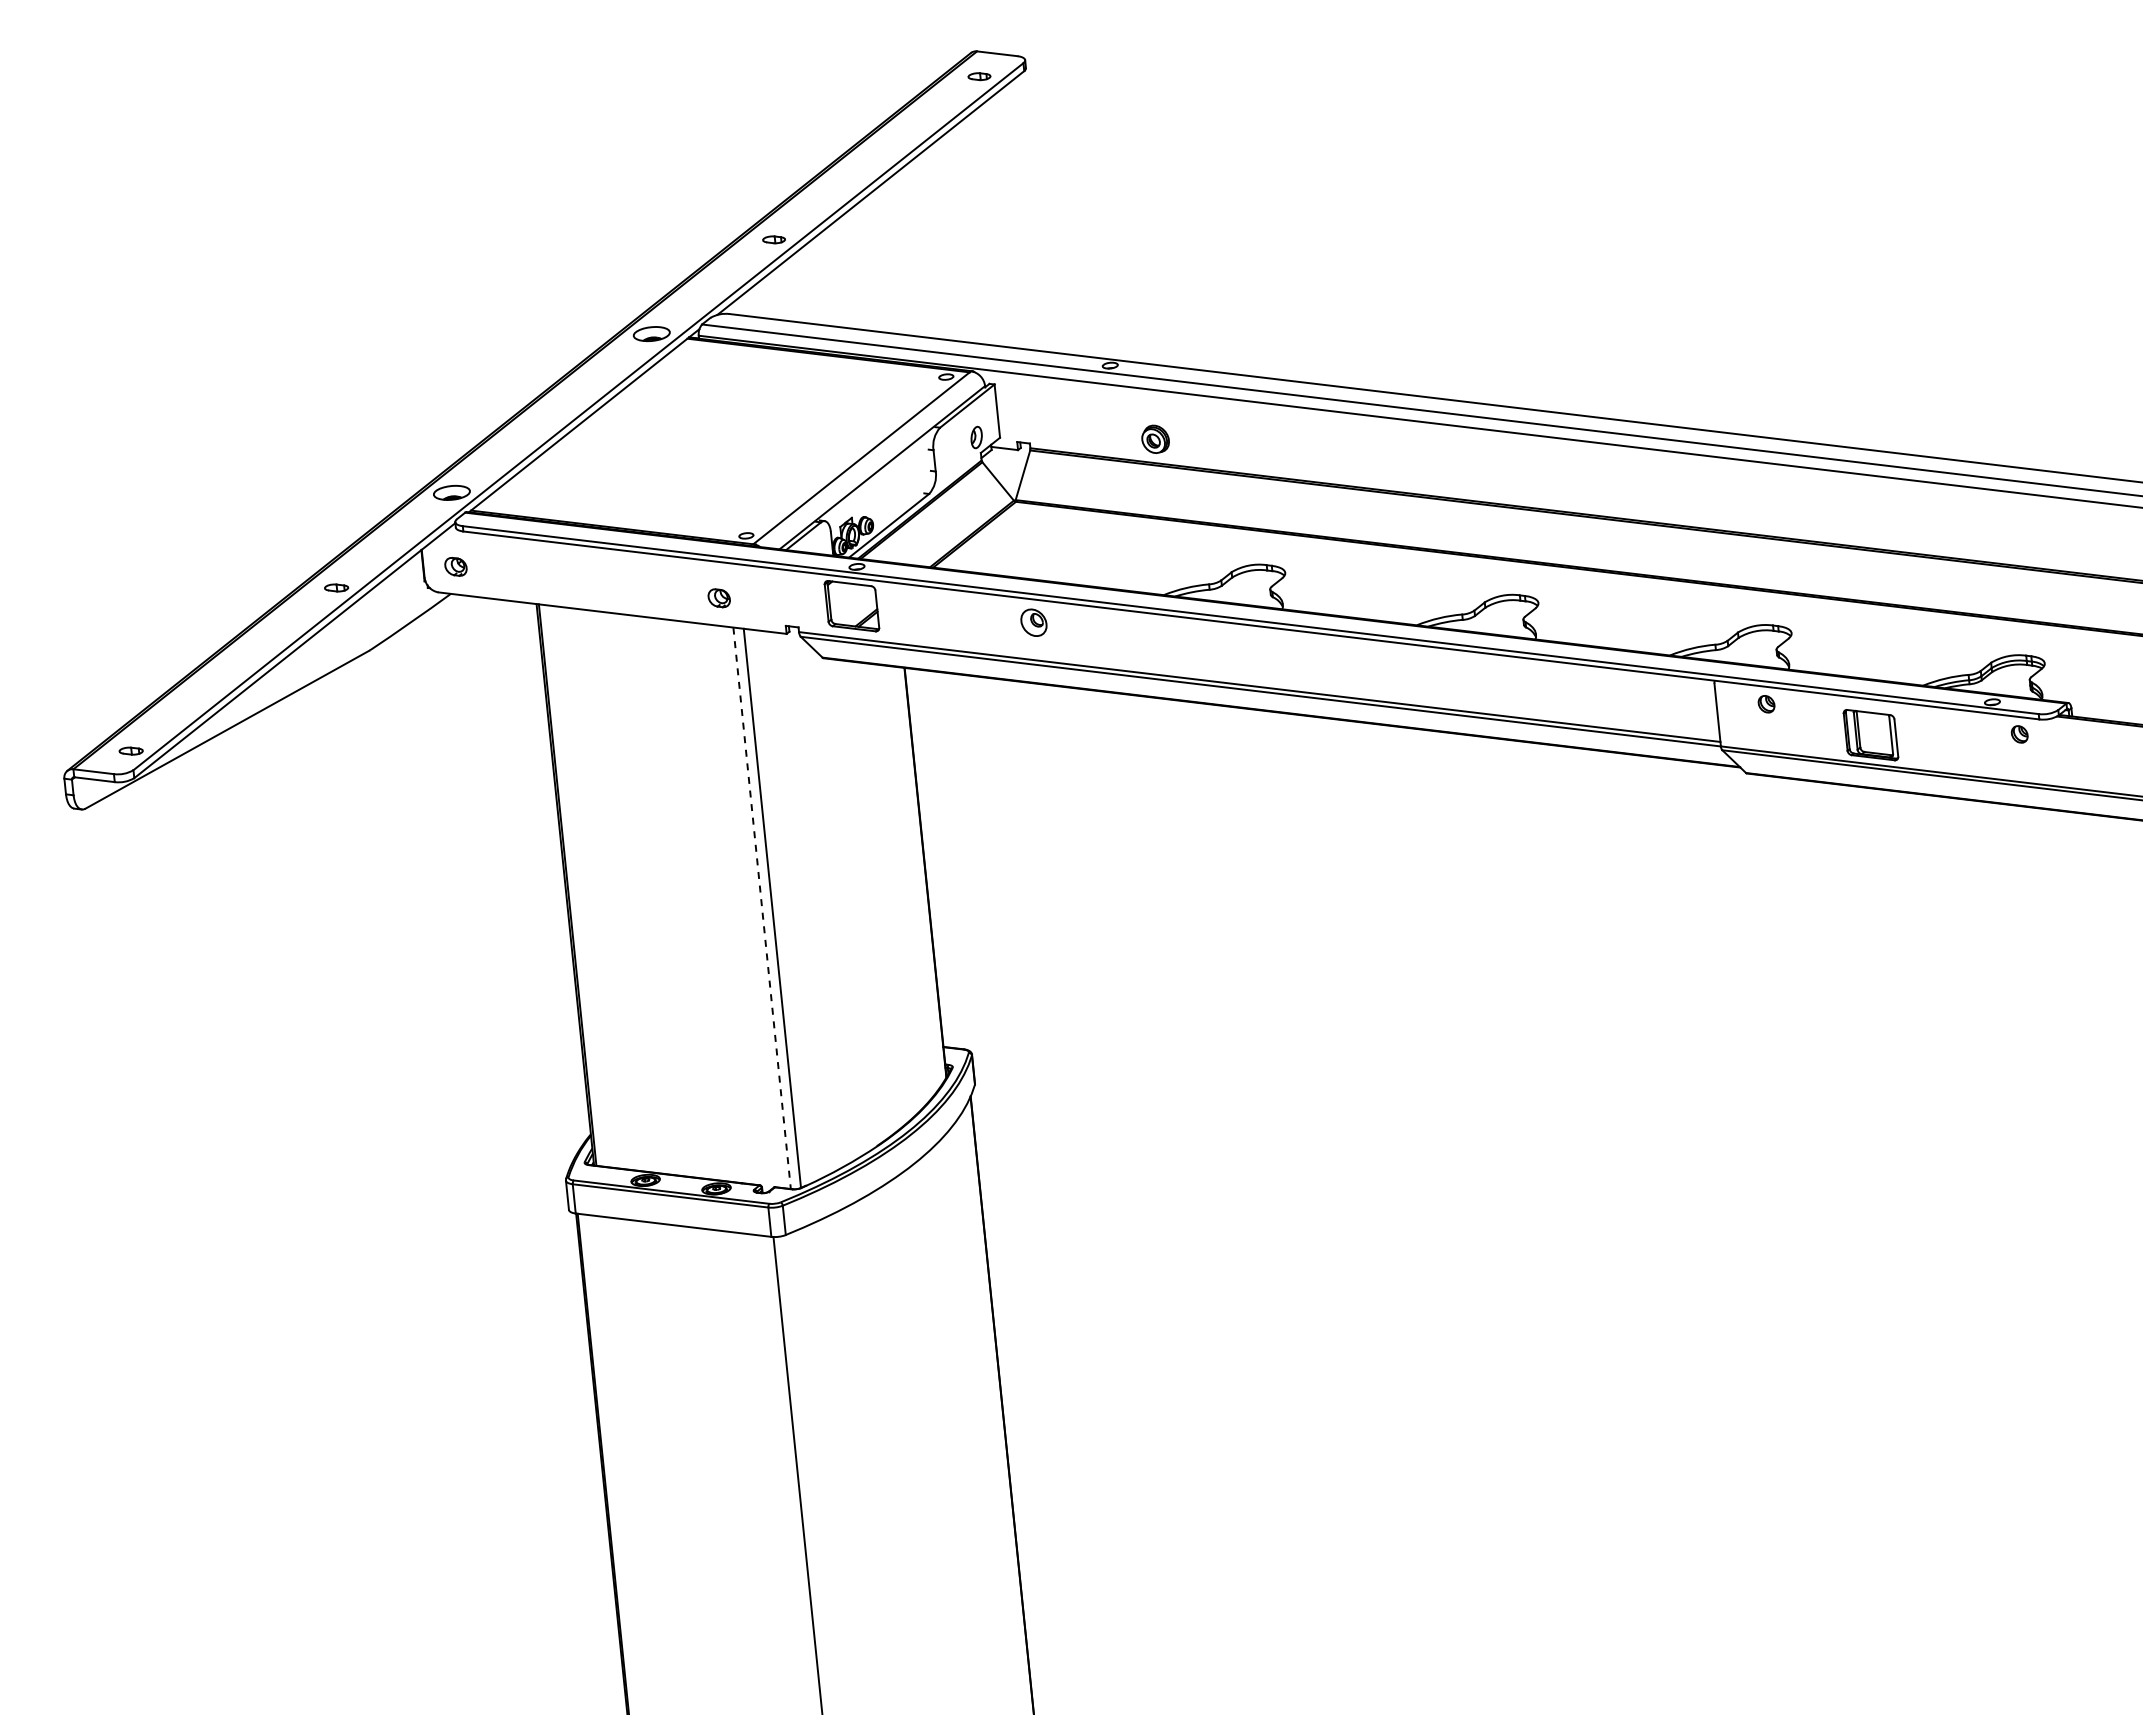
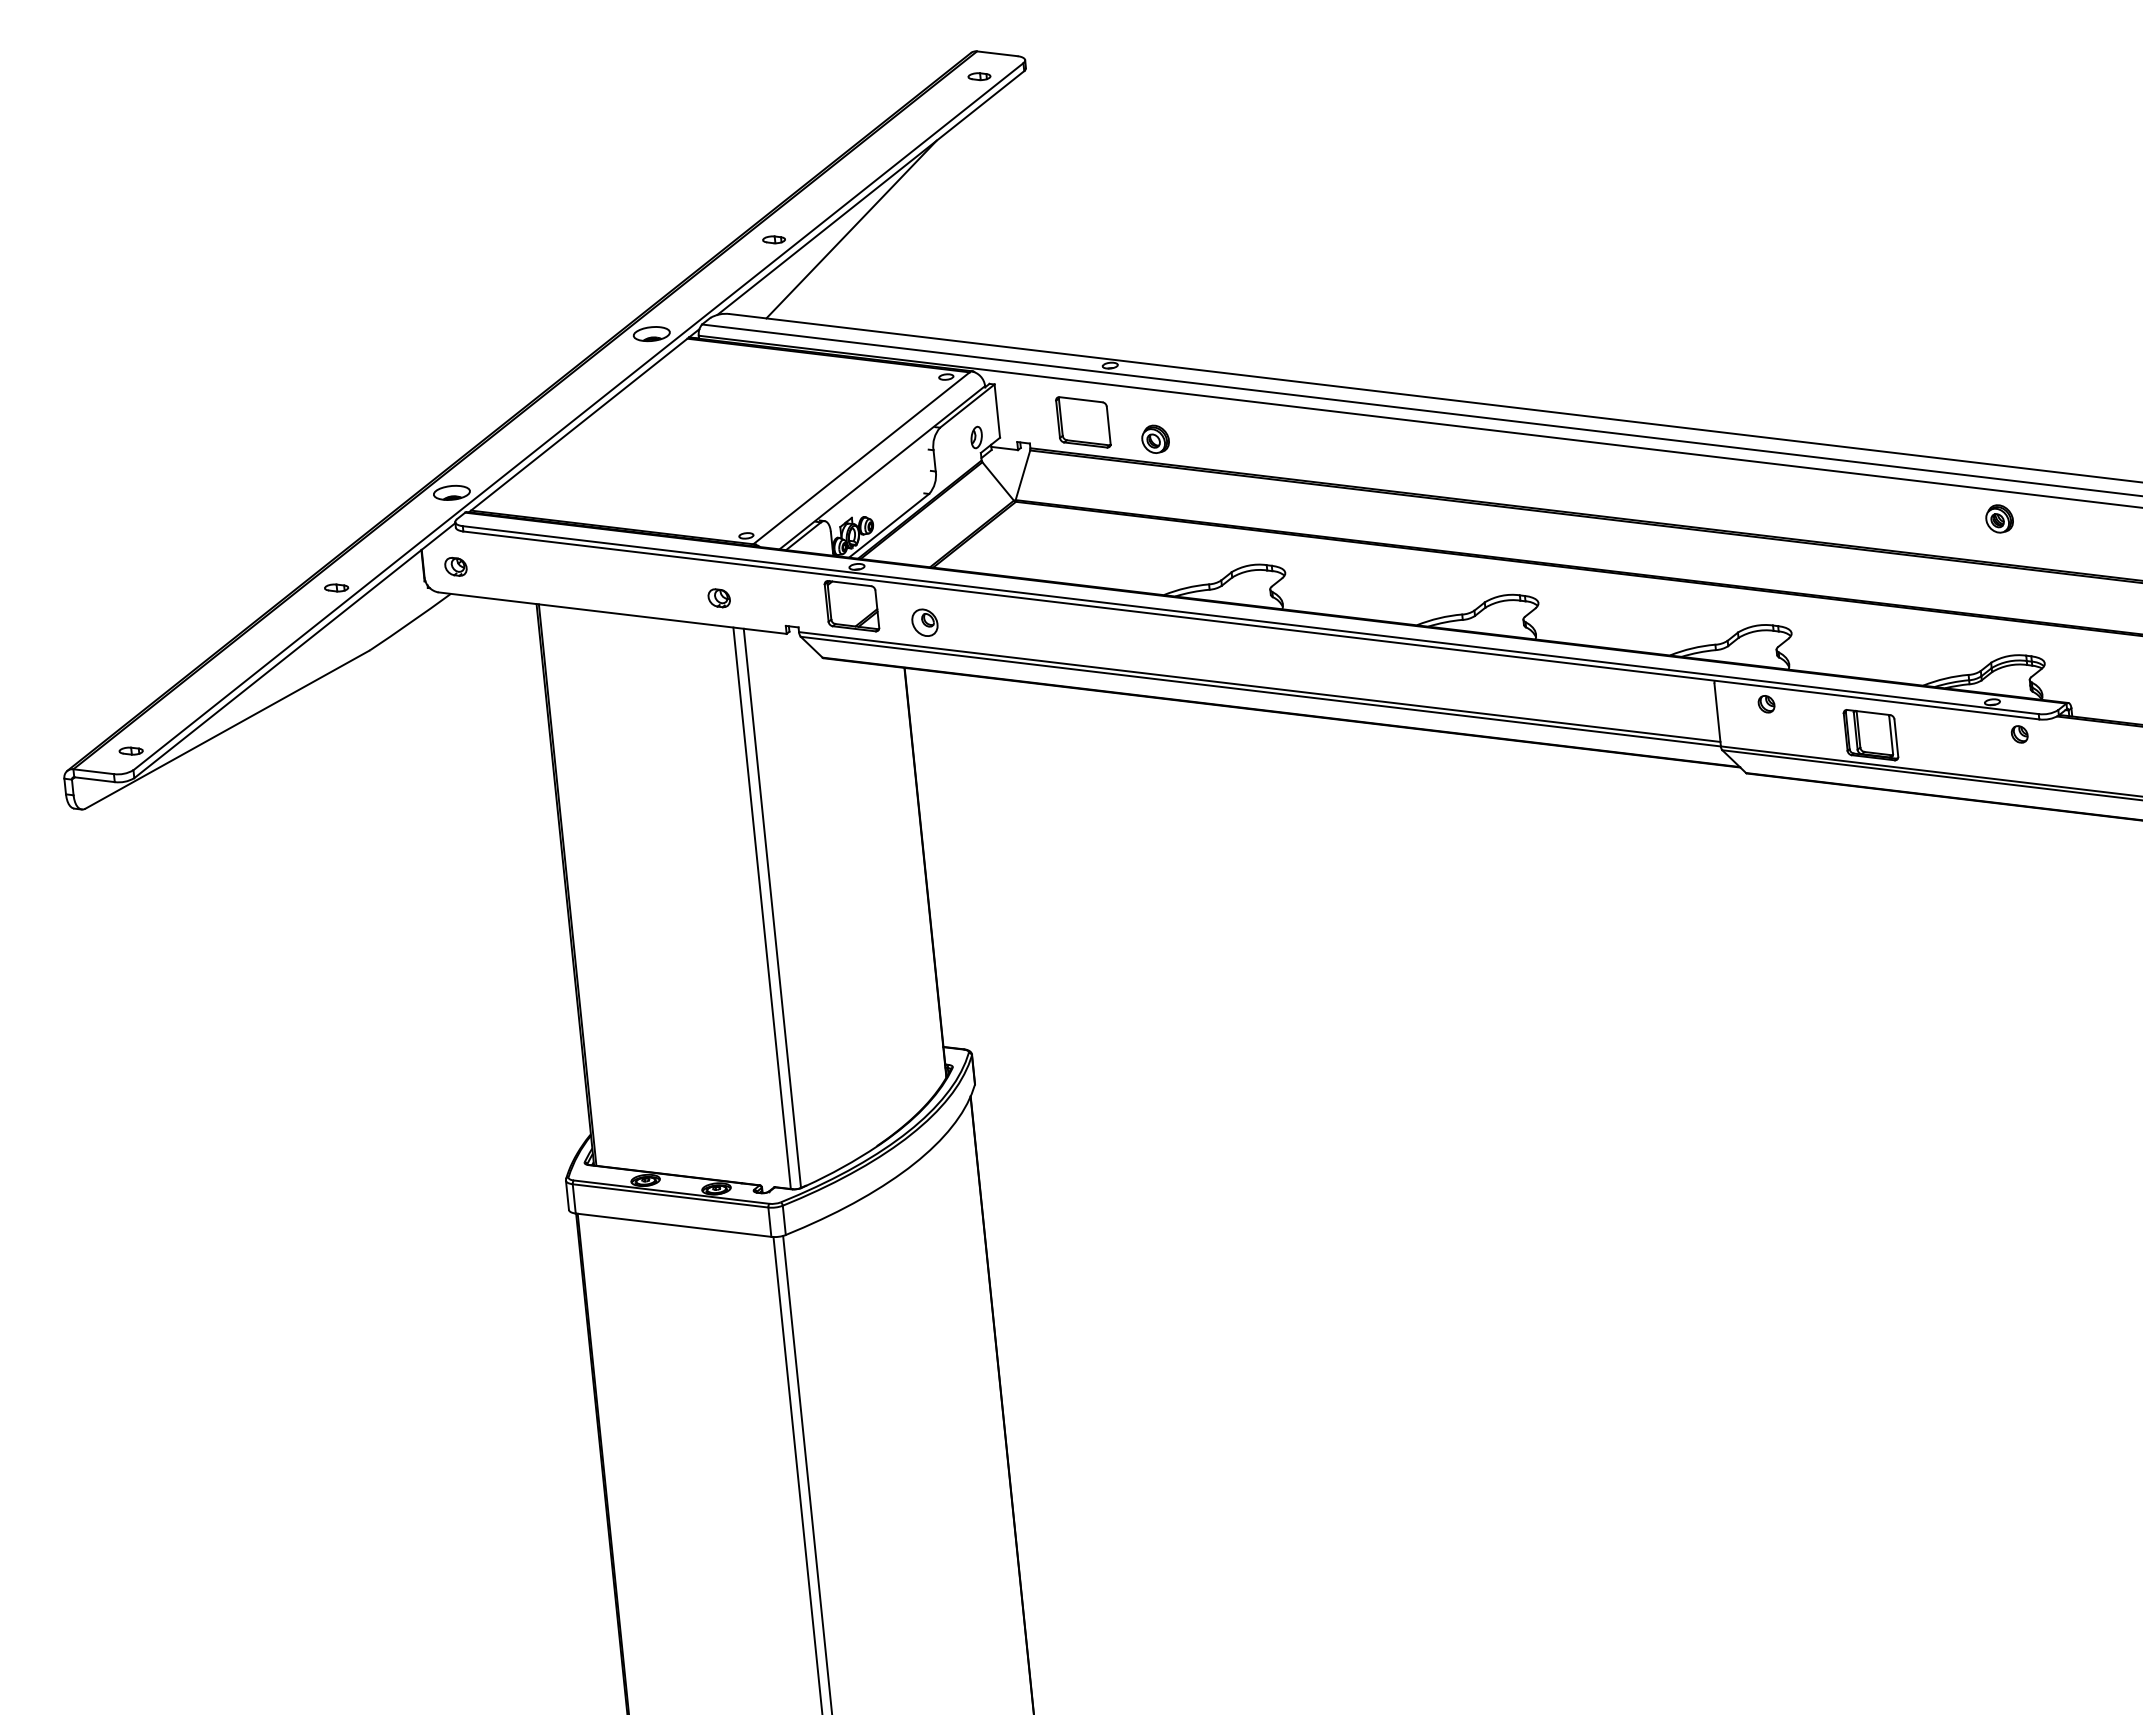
line at (851, 229): none -> present
part at (1083, 422): none -> present
part at (1999, 518): none -> present
part at (1033, 622) position: (1033, 622) -> (924, 622)
line at (762, 908): dashed -> solid
line at (807, 1473): none -> present
